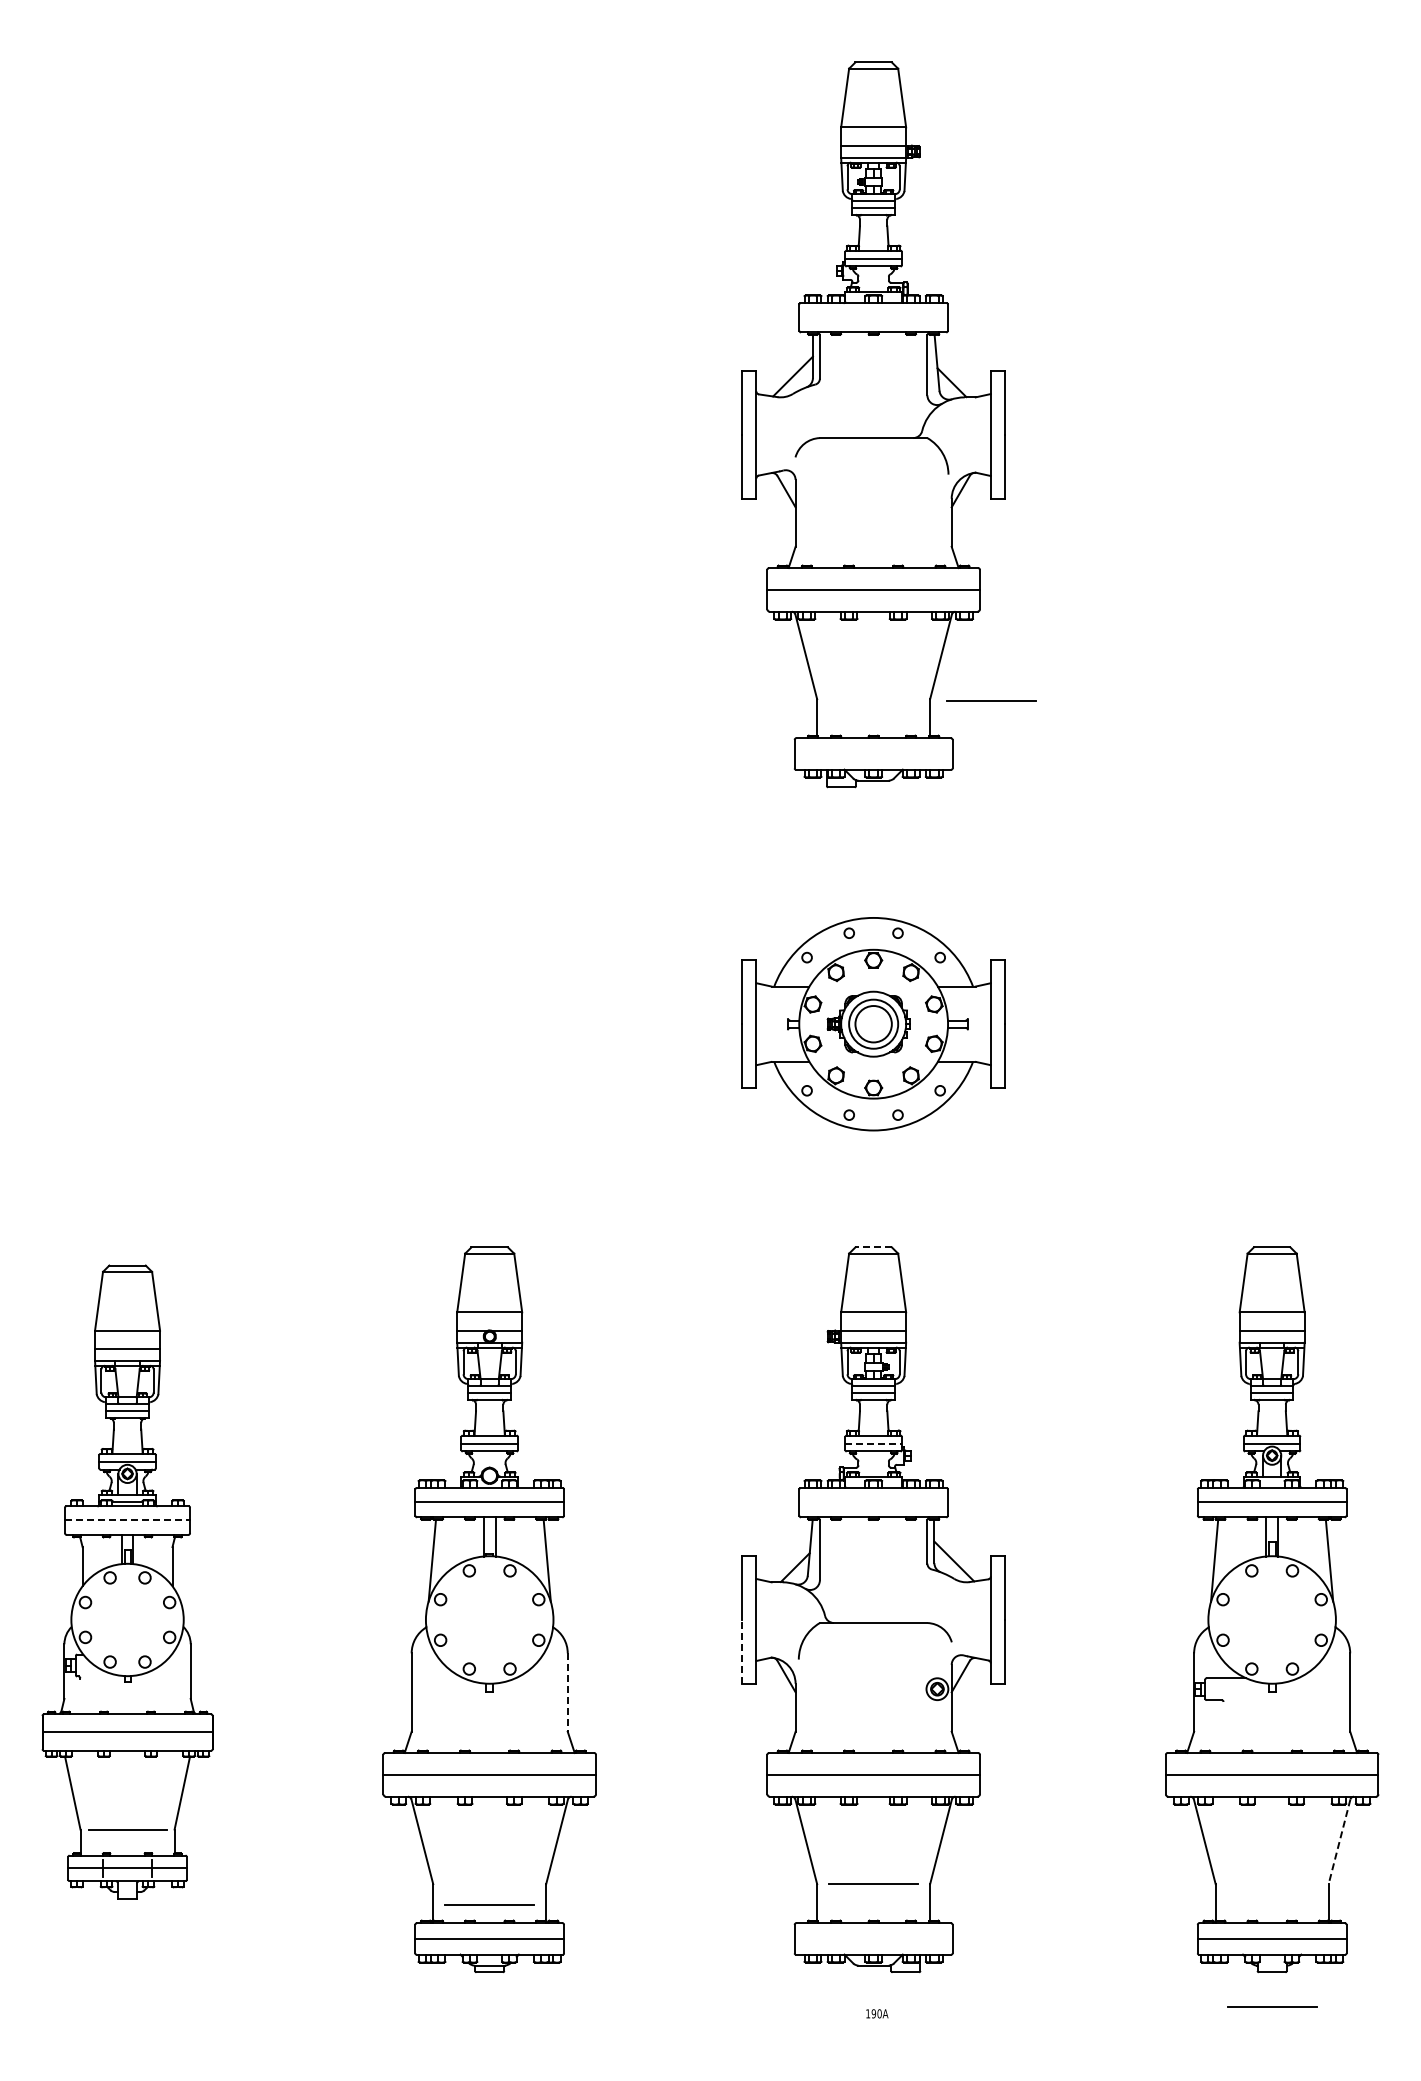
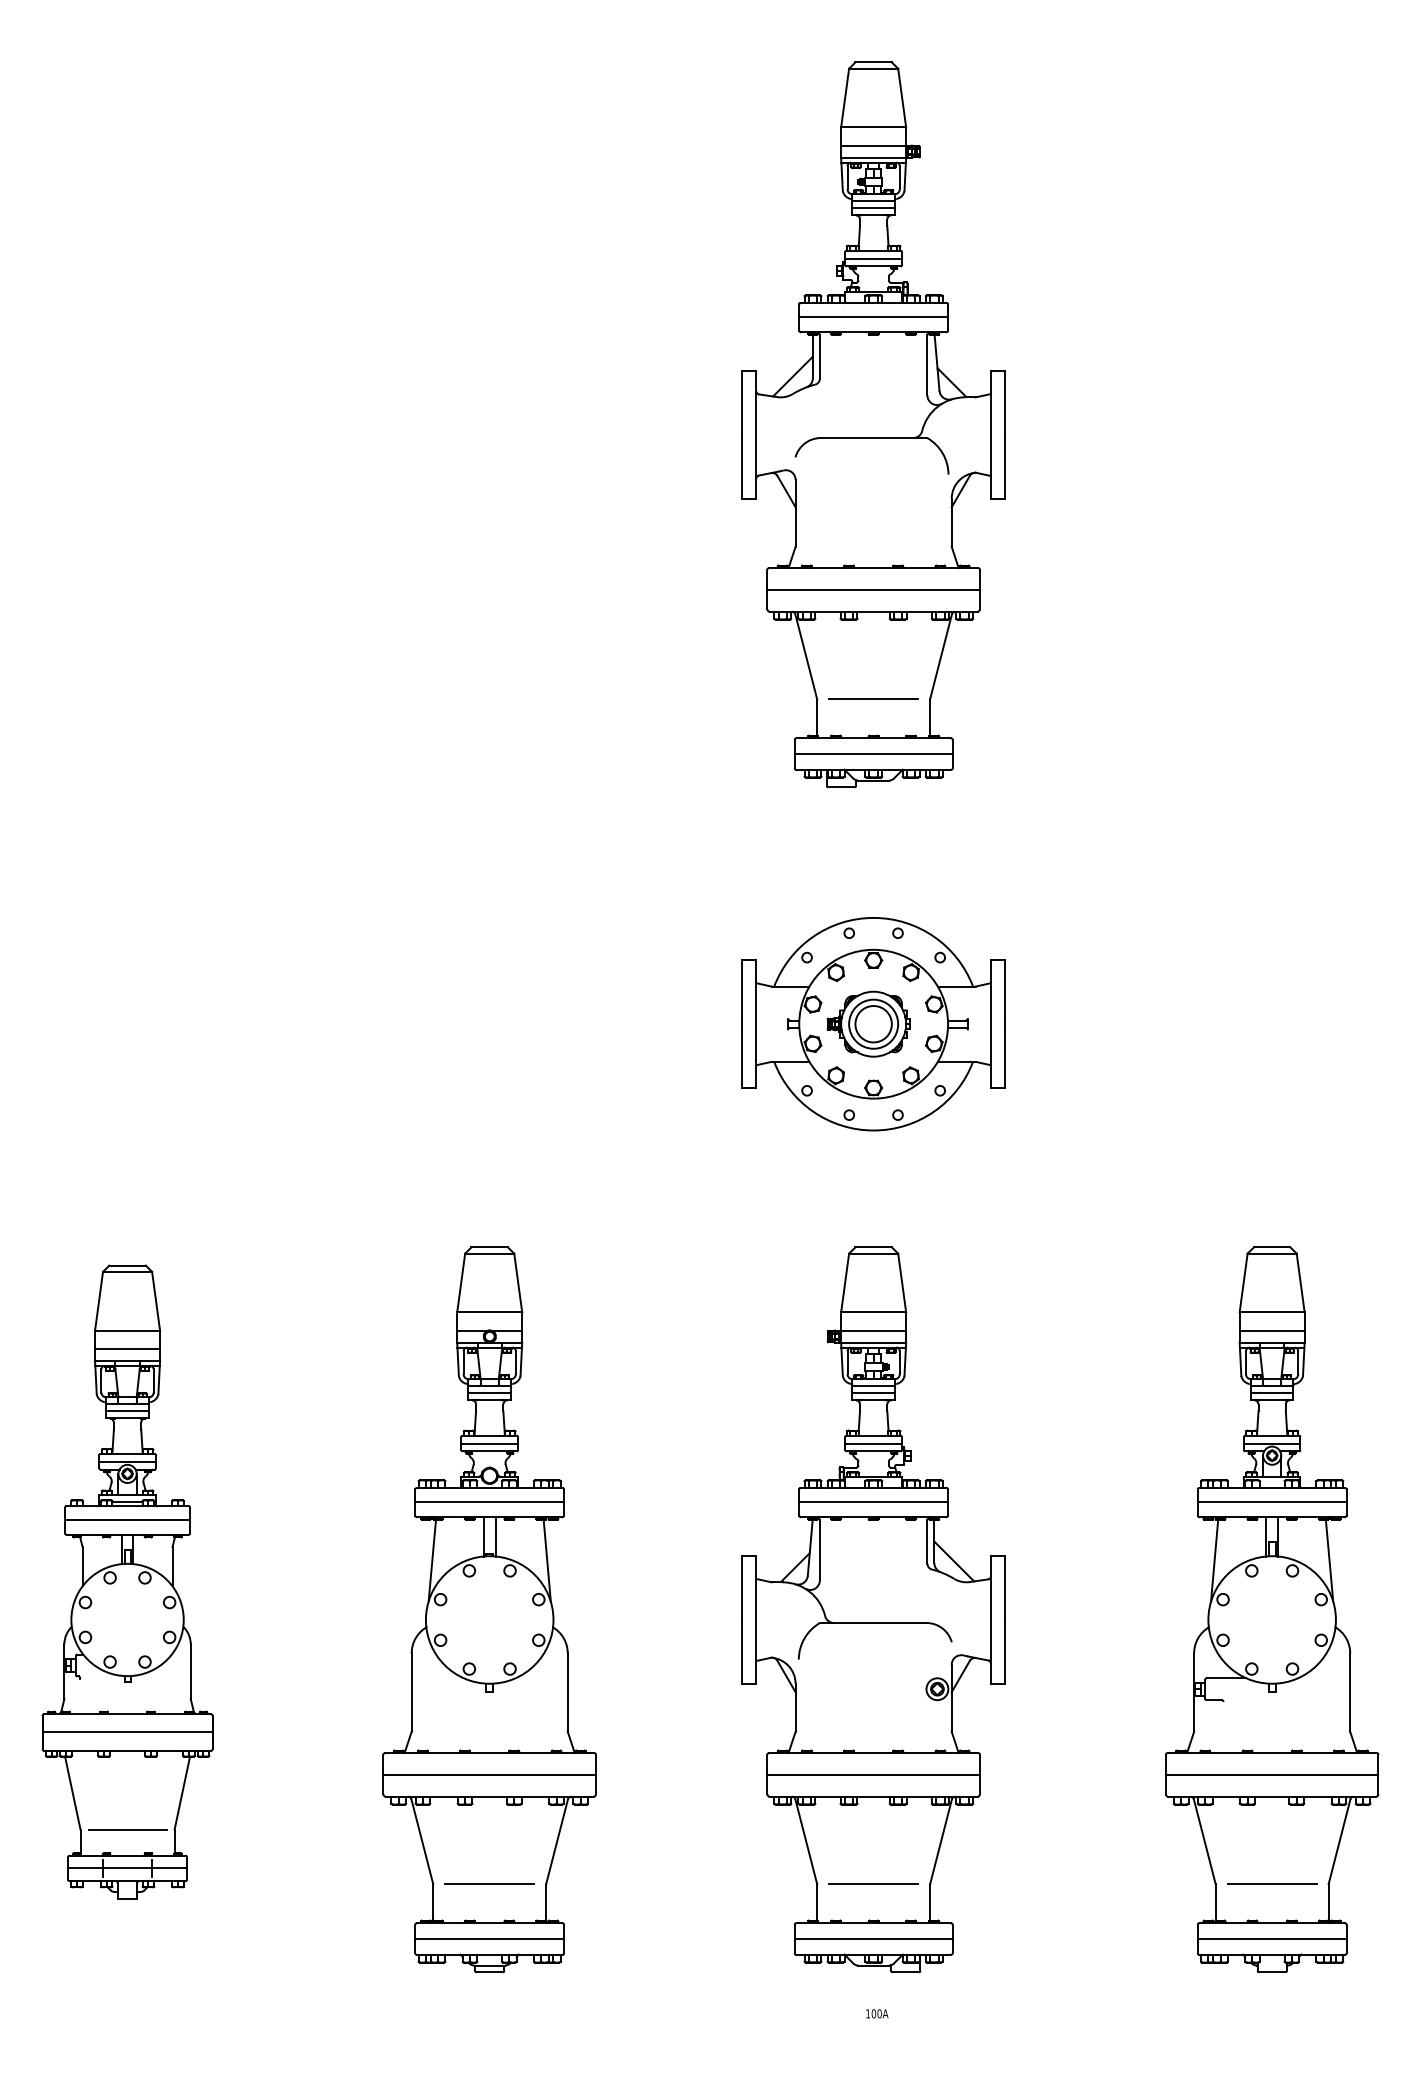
line at (873, 316): none -> present
line at (991, 700) position: (991, 700) -> (873, 698)
line at (873, 753): none -> present
line at (873, 1247): dashed -> solid
line at (874, 1444): dashed -> solid
line at (873, 1501): none -> present
line at (127, 1519): dashed -> solid
line at (741, 1651): dashed -> solid
line at (567, 1693): dashed -> solid
line at (1339, 1841): dashed -> solid
line at (489, 1904) position: (489, 1904) -> (489, 1883)
line at (873, 1938): none -> present
line at (1272, 2006) position: (1272, 2006) -> (1272, 1883)
text at (873, 2013): 190A -> 100A
